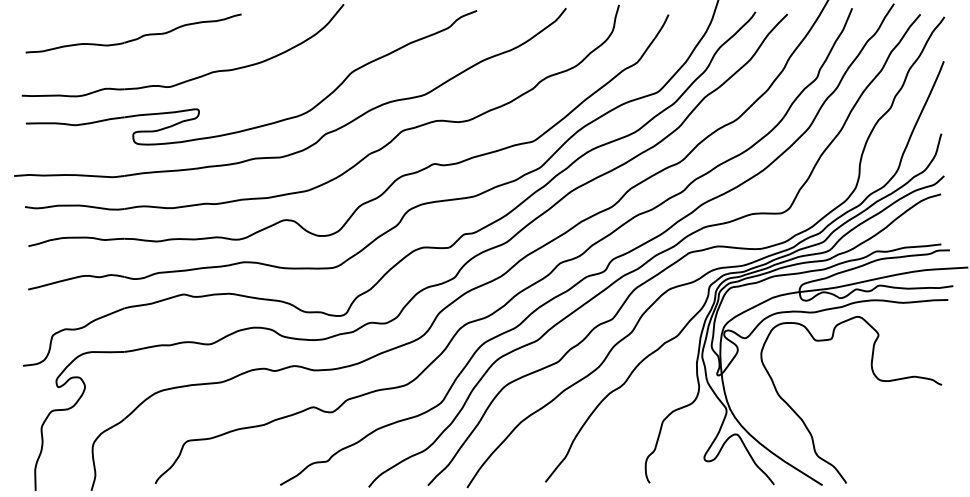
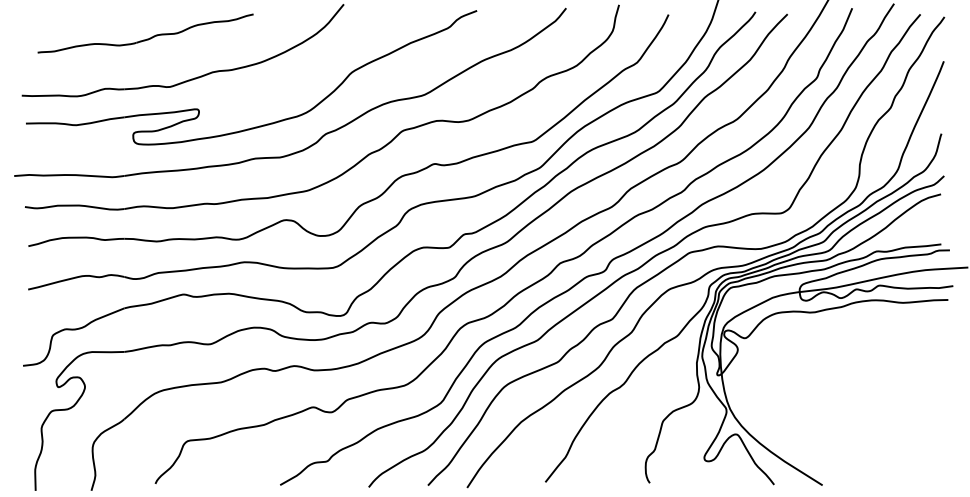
part at (133, 33) position: (133, 33) -> (145, 33)
curve at (874, 376): present -> none
